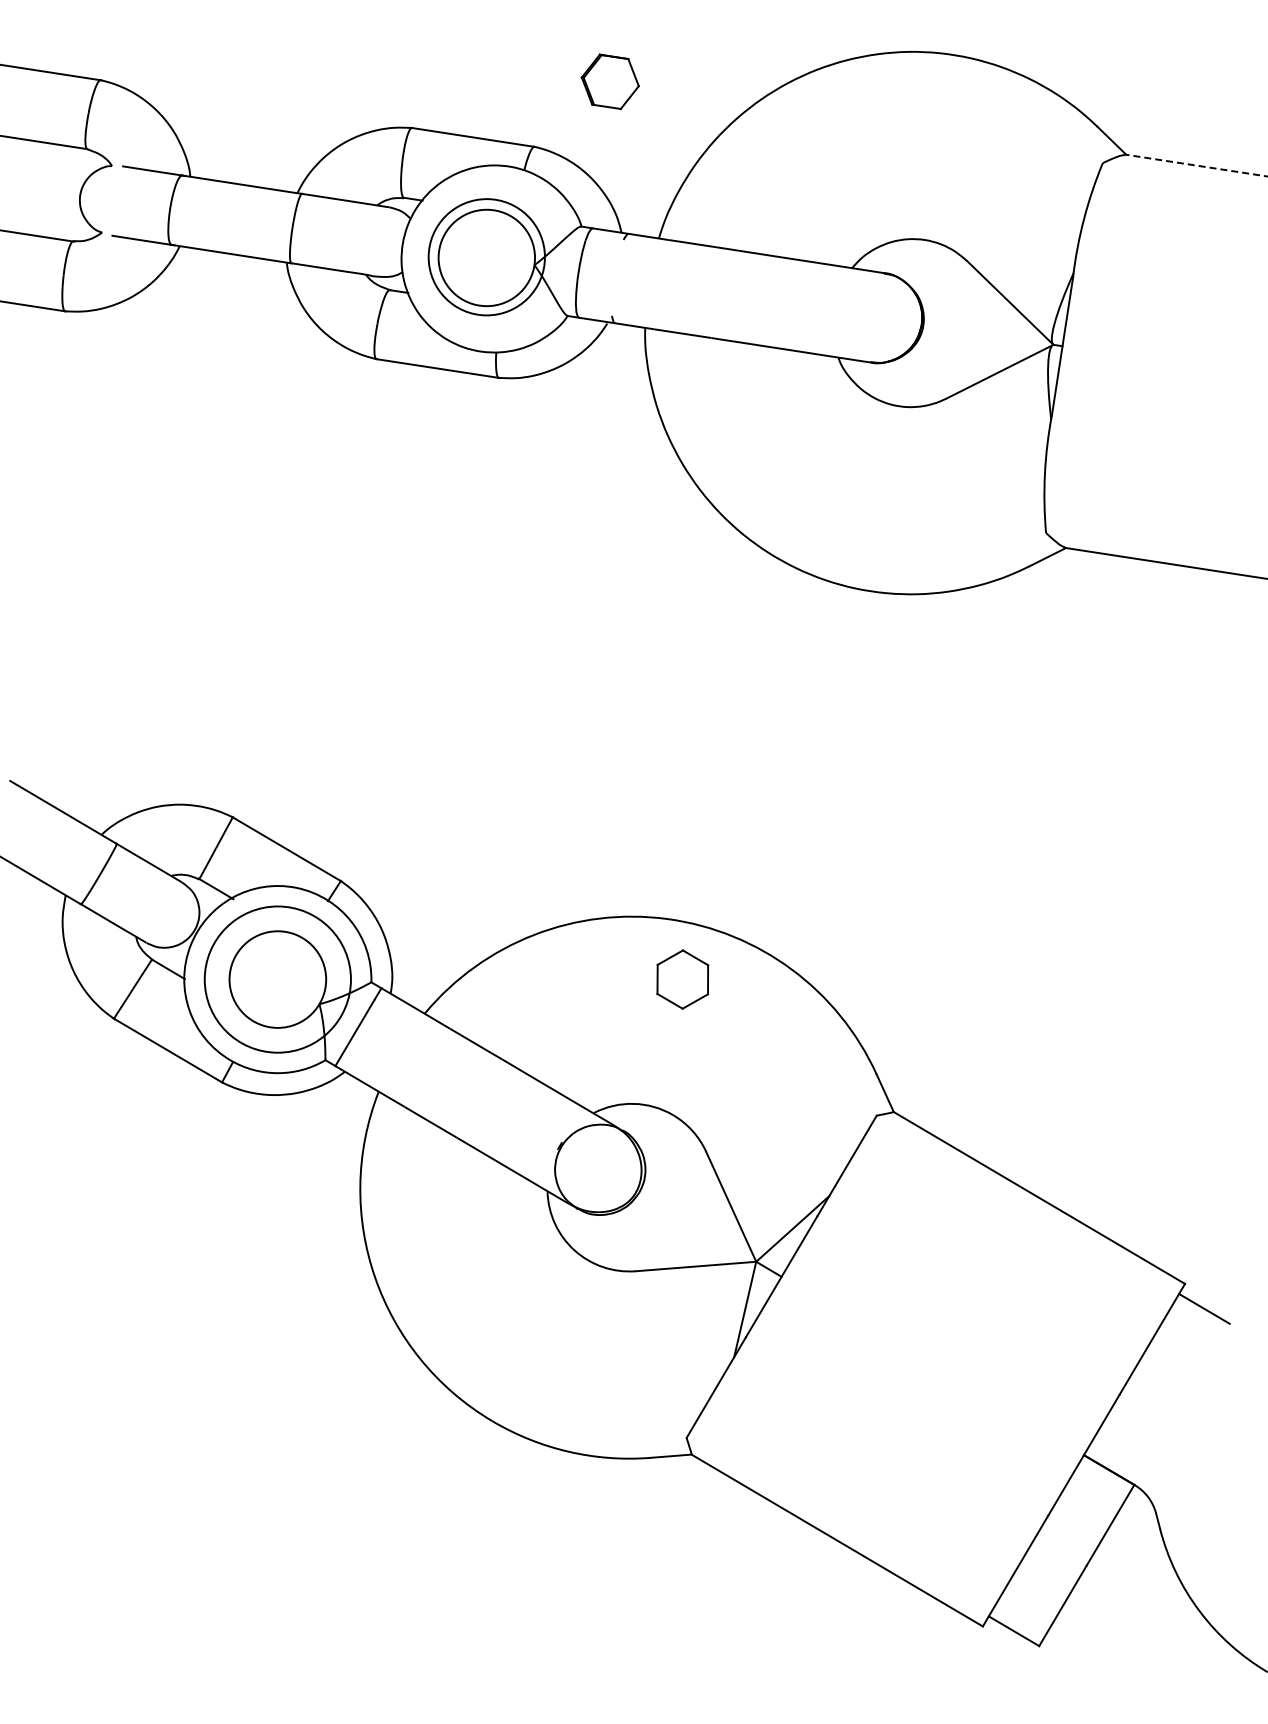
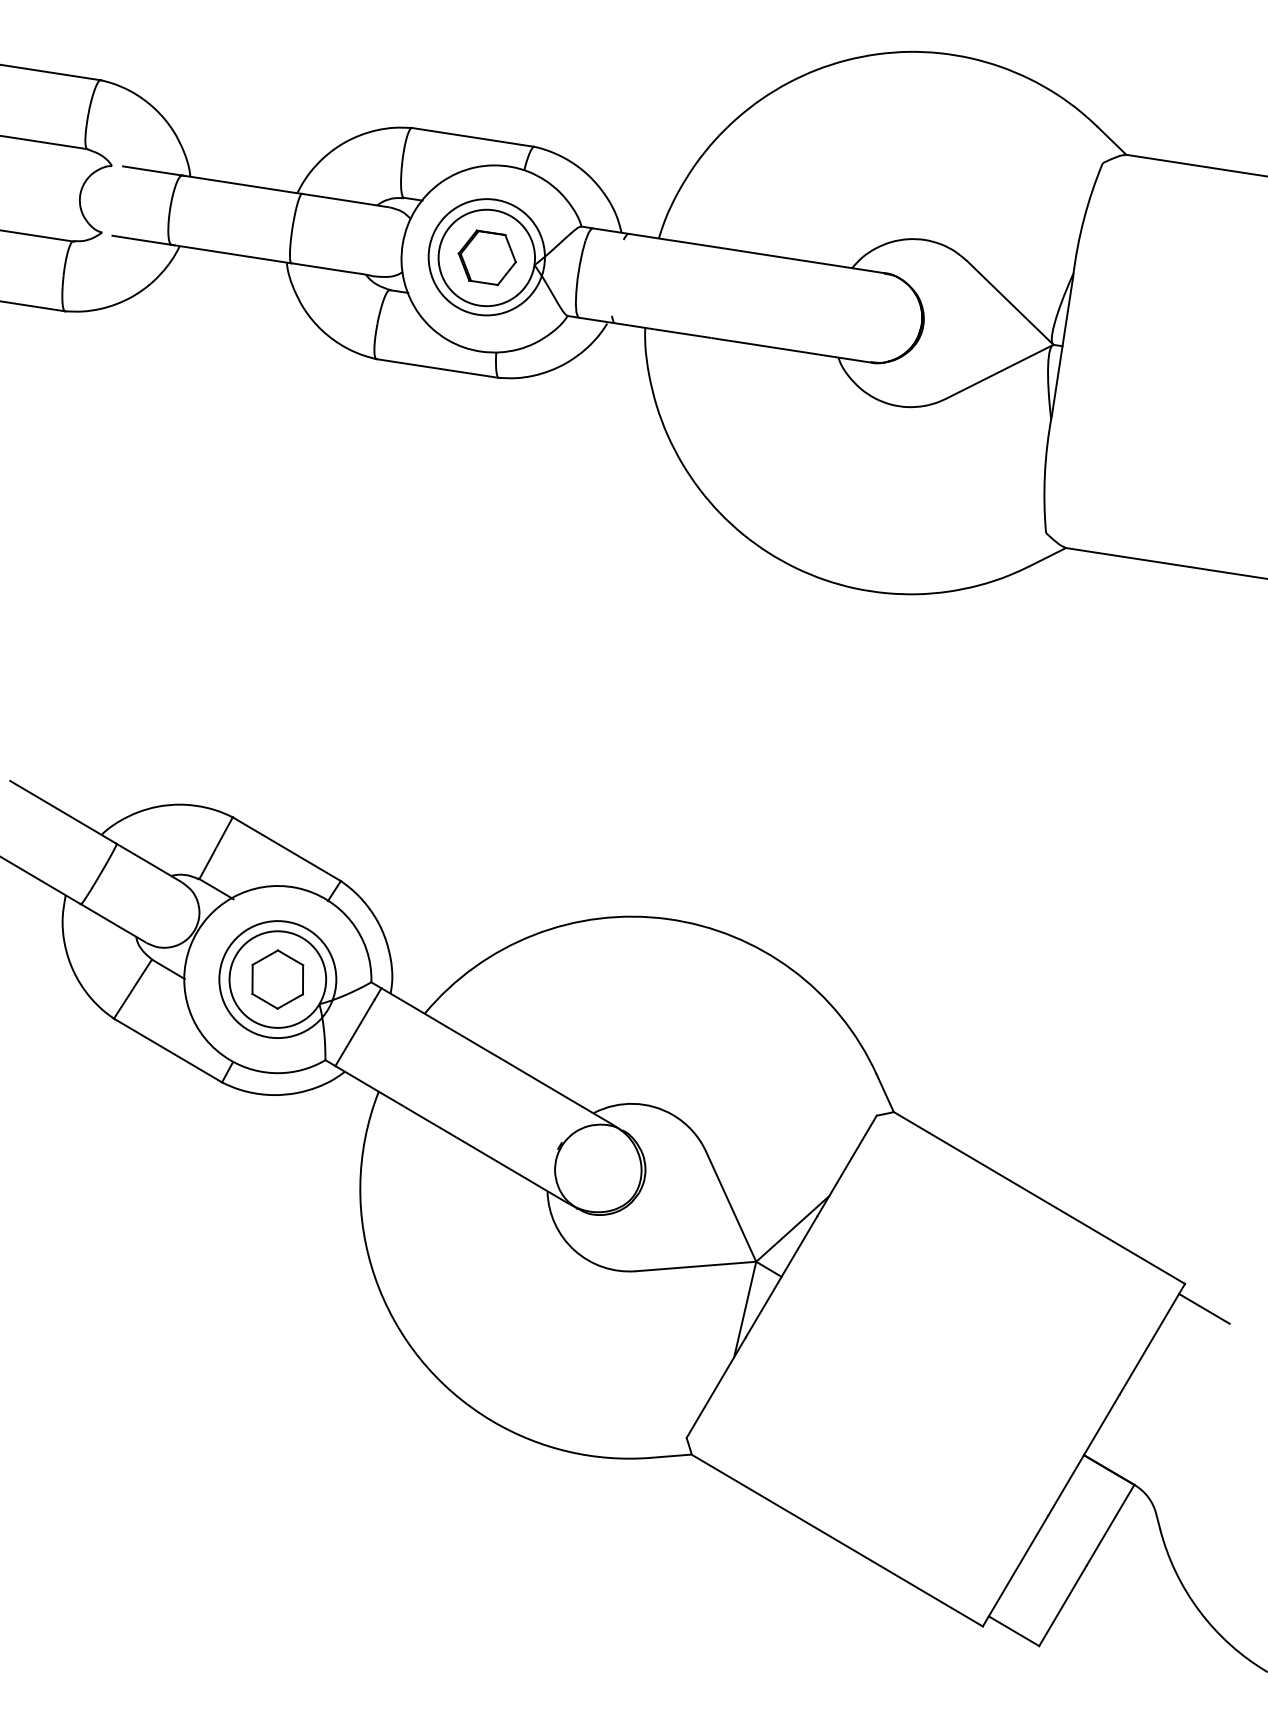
part at (609, 81) position: (609, 81) -> (486, 257)
line at (1196, 165): dashed -> solid
circle at (277, 979) diameter: 146 px -> 117 px
part at (682, 979) position: (682, 979) -> (277, 979)
